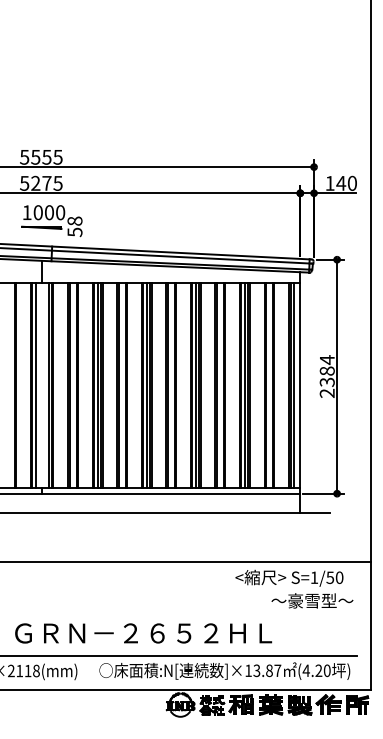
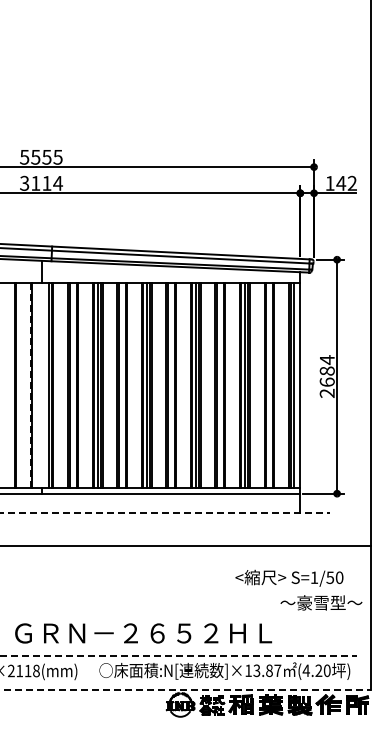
text at (41, 182): 5275 -> 3114
text at (351, 183): 140 -> 142
part at (51, 221): present -> none
text at (326, 381): 2384 -> 2684
line at (30, 385): solid -> dashed
line at (35, 385): present -> none
line at (165, 513): solid -> dashed
line at (186, 562) position: (186, 562) -> (186, 546)
text at (312, 600) position: (312, 600) -> (321, 602)
line at (178, 656): solid -> dashed
line at (186, 690): solid -> dashed
